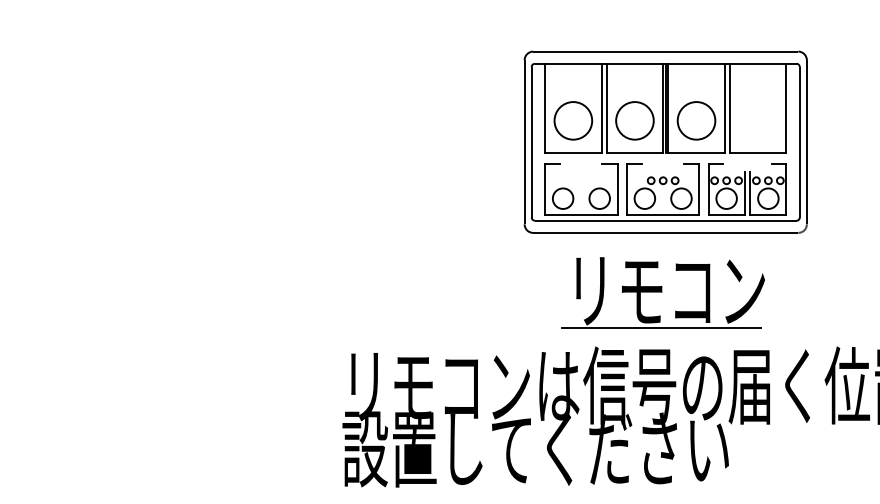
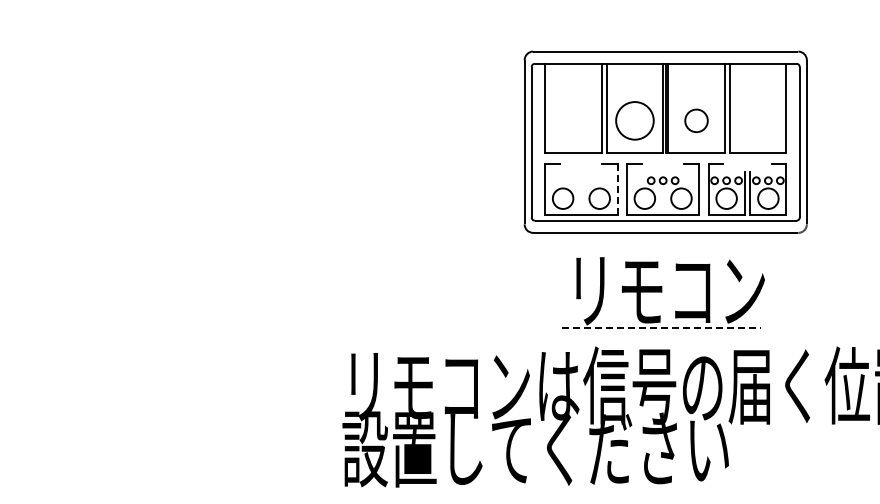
circle at (573, 120): present -> none
circle at (696, 120) diameter: 38 px -> 23 px
line at (617, 189): solid -> dashed
line at (661, 327): solid -> dashed
